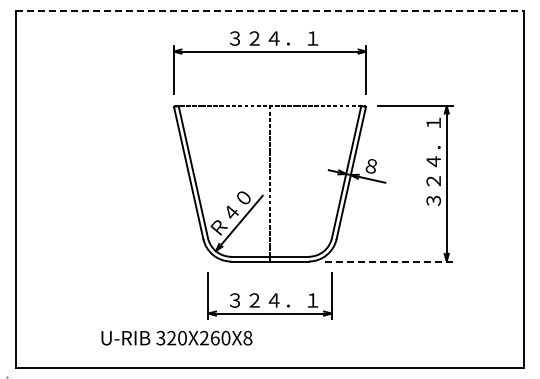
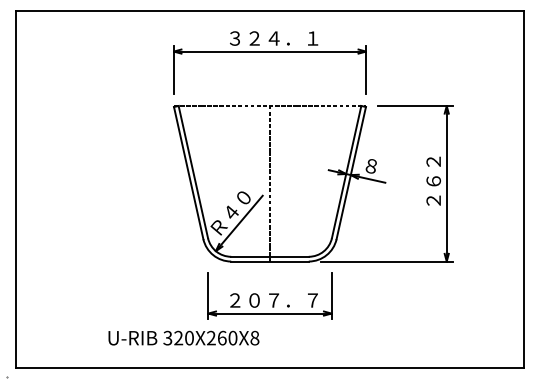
line at (270, 11): dashed -> solid
text at (433, 161): ３２４．１ -> ２６２
line at (386, 261): dashed -> solid
text at (274, 300): ３２４．１ -> ２０７．７
text at (176, 337) position: (176, 337) -> (183, 337)
